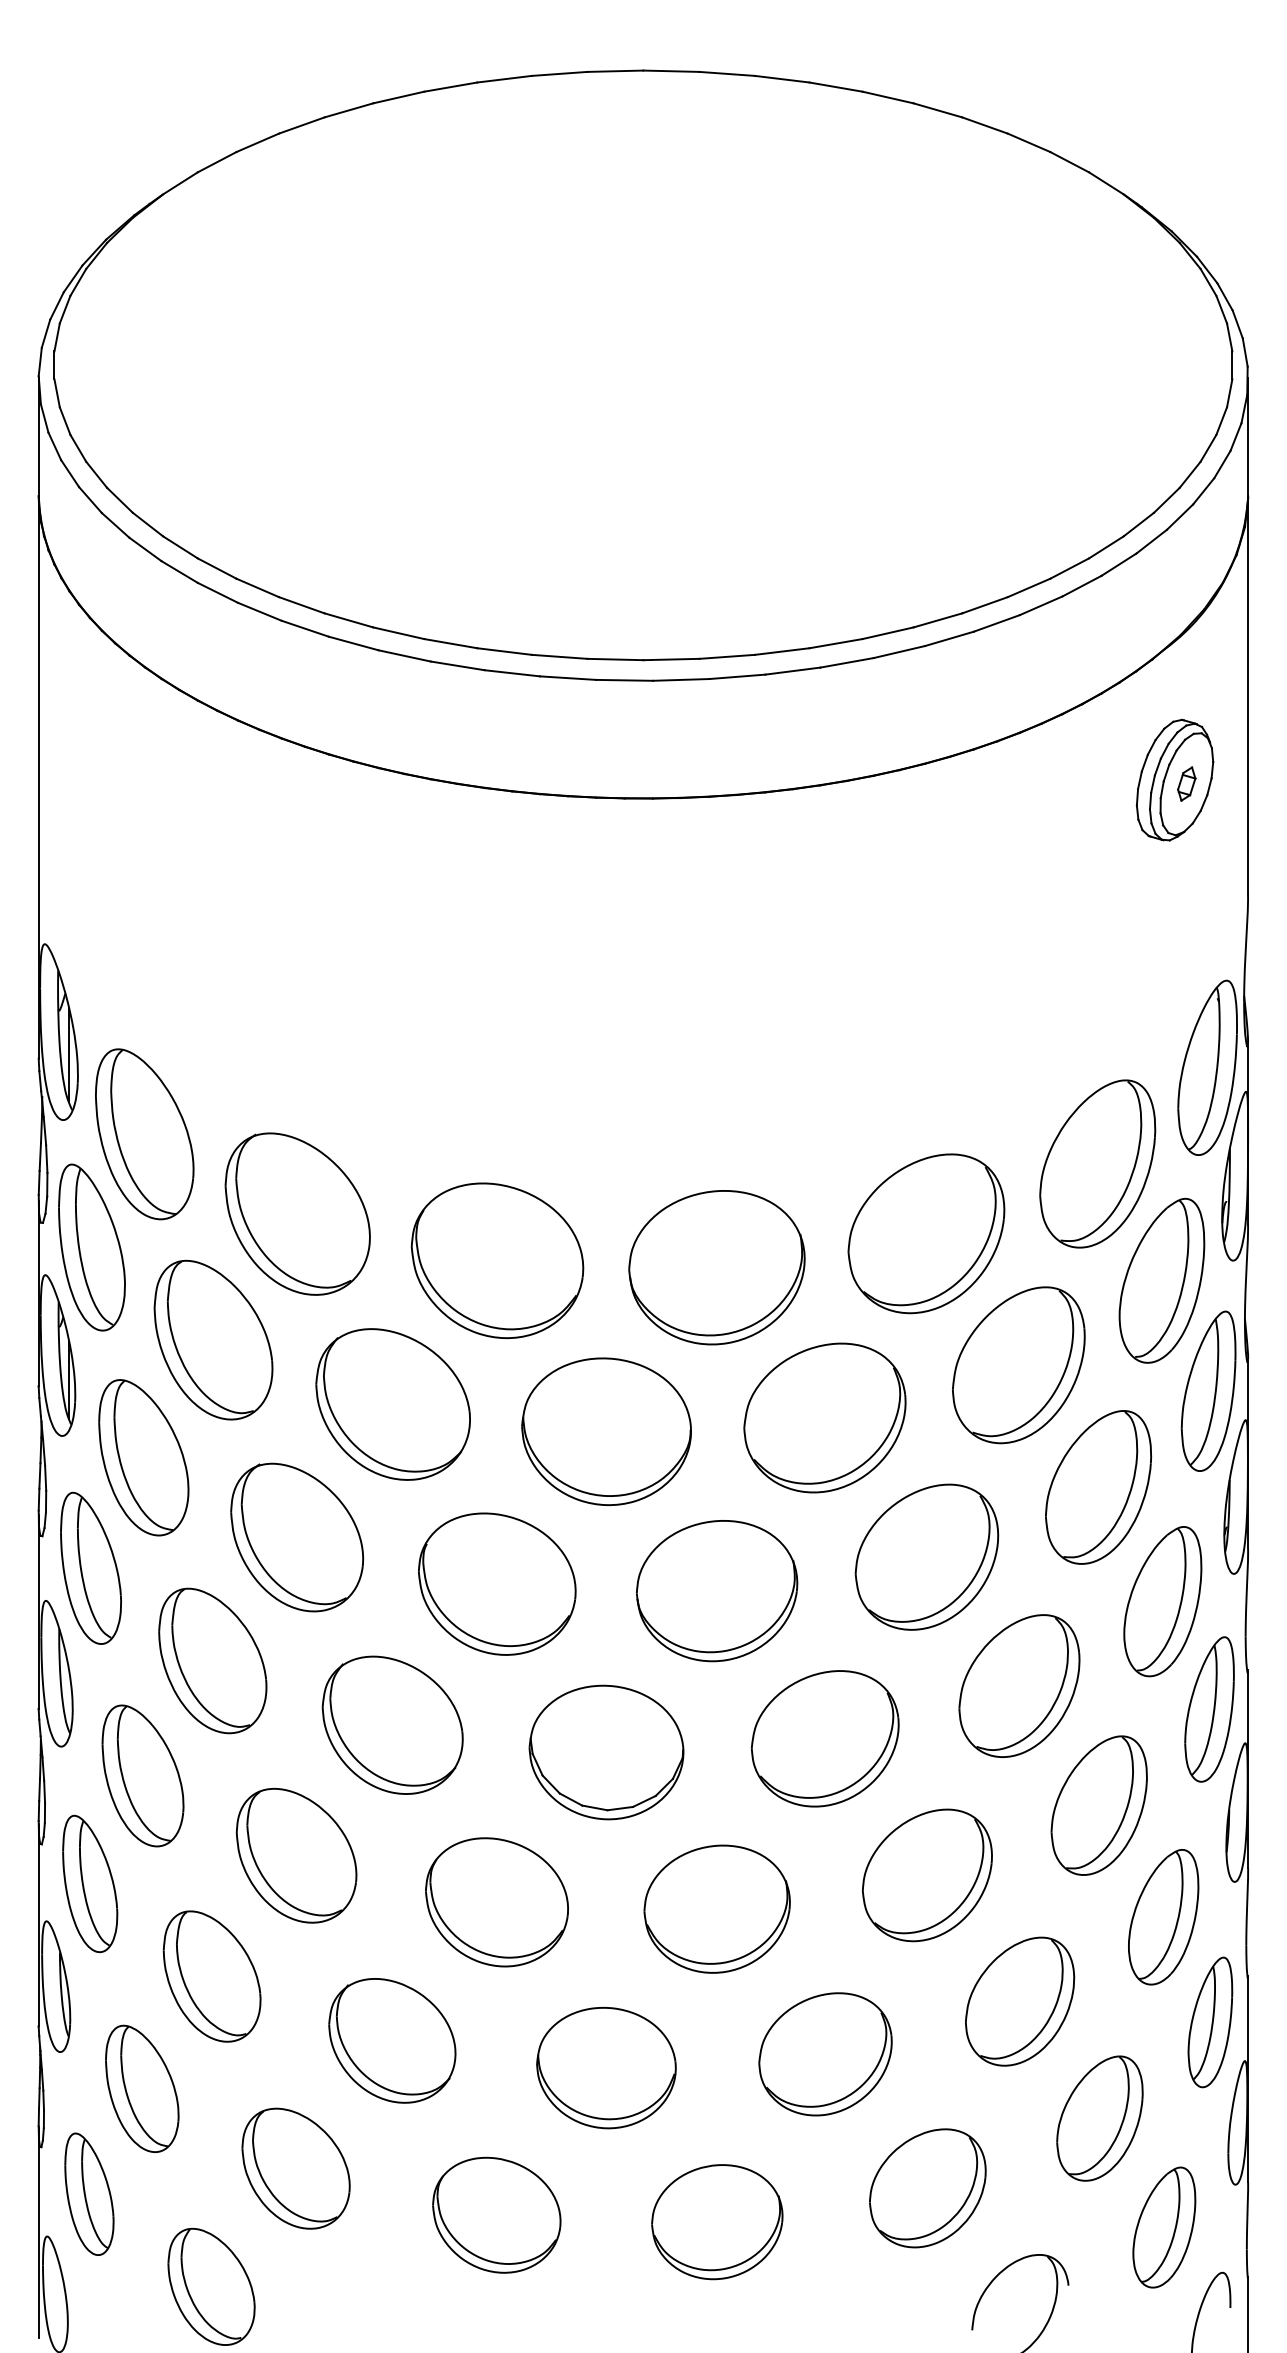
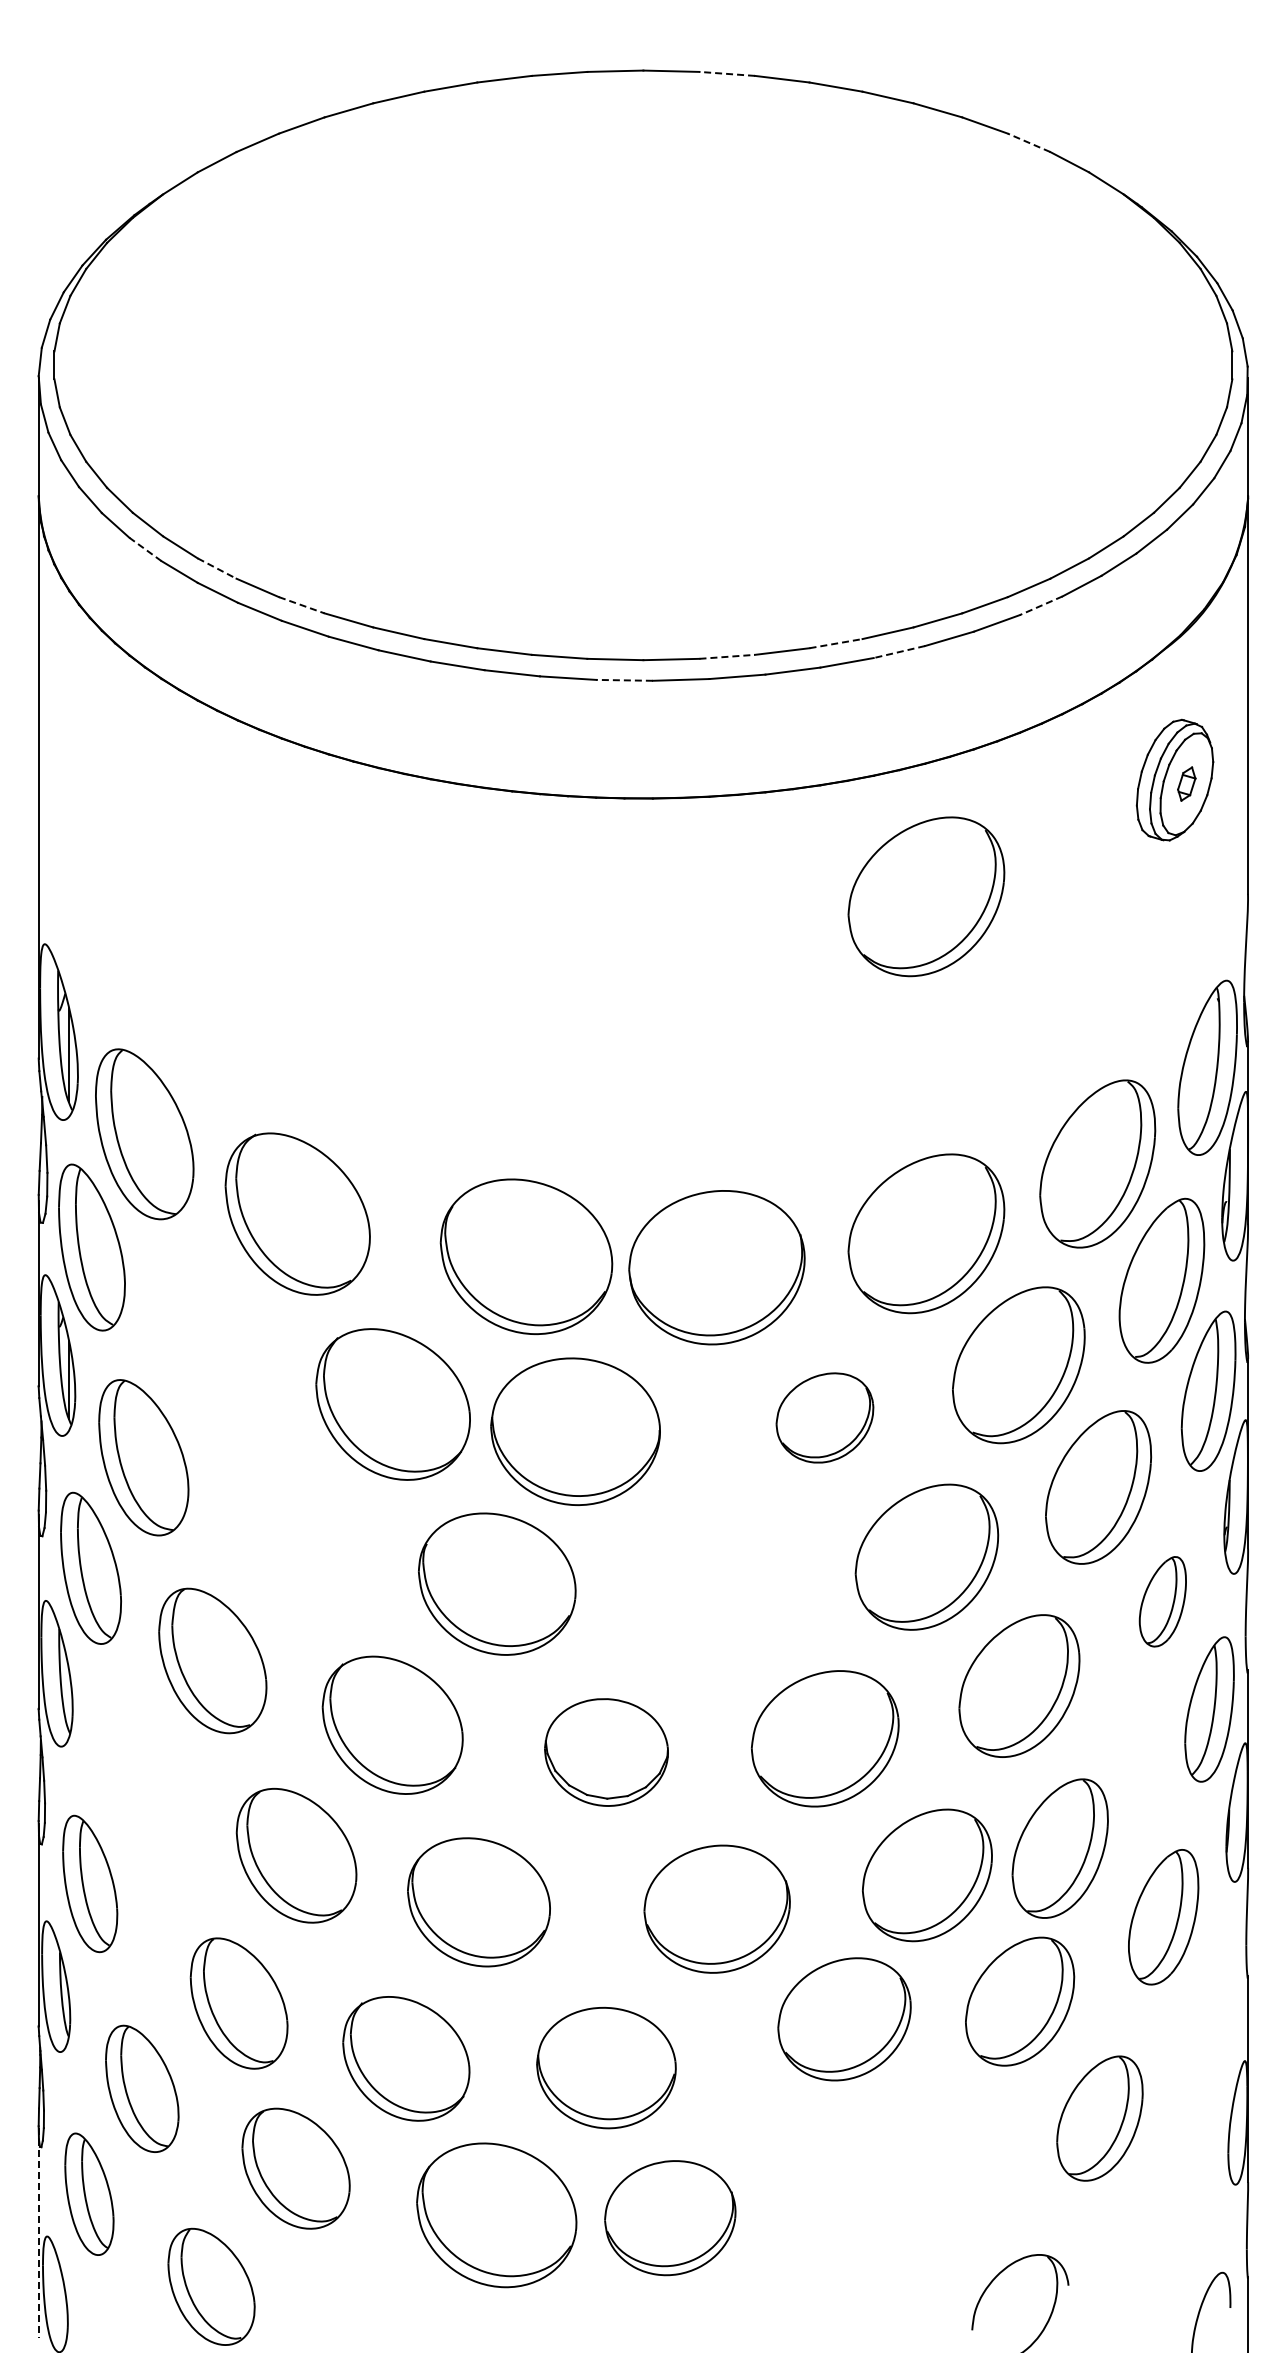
line at (727, 73): solid -> dashed
line at (1028, 142): solid -> dashed
line at (145, 549): solid -> dashed
line at (217, 568): solid -> dashed
line at (302, 605): solid -> dashed
line at (1040, 605): solid -> dashed
line at (836, 643): solid -> dashed
line at (898, 652): solid -> dashed
line at (727, 656): solid -> dashed
line at (624, 680): solid -> dashed
part at (926, 896): none -> present
part at (497, 1260) position: (497, 1260) -> (526, 1256)
part at (213, 1339): present -> none
part at (824, 1417) size: 164x152 px -> 100x92 px
part at (606, 1431) position: (606, 1431) -> (575, 1431)
part at (297, 1537): present -> none
part at (717, 1591): present -> none
part at (1162, 1601) size: 80x152 px -> 49x92 px
part at (606, 1752) size: 157x137 px -> 125x109 px
part at (142, 1775): present -> none
part at (1098, 1805) position: (1098, 1805) -> (1059, 1848)
part at (496, 1902) position: (496, 1902) -> (478, 1902)
part at (211, 1976) position: (211, 1976) -> (238, 2003)
part at (1210, 2022): present -> none
part at (392, 2040) position: (392, 2040) -> (406, 2058)
part at (825, 2054) position: (825, 2054) -> (844, 2019)
part at (927, 2188): present -> none
part at (496, 2214) size: 130x118 px -> 162x147 px
part at (717, 2222) position: (717, 2222) -> (670, 2218)
part at (1164, 2227): present -> none
line at (38, 2233): solid -> dashed
